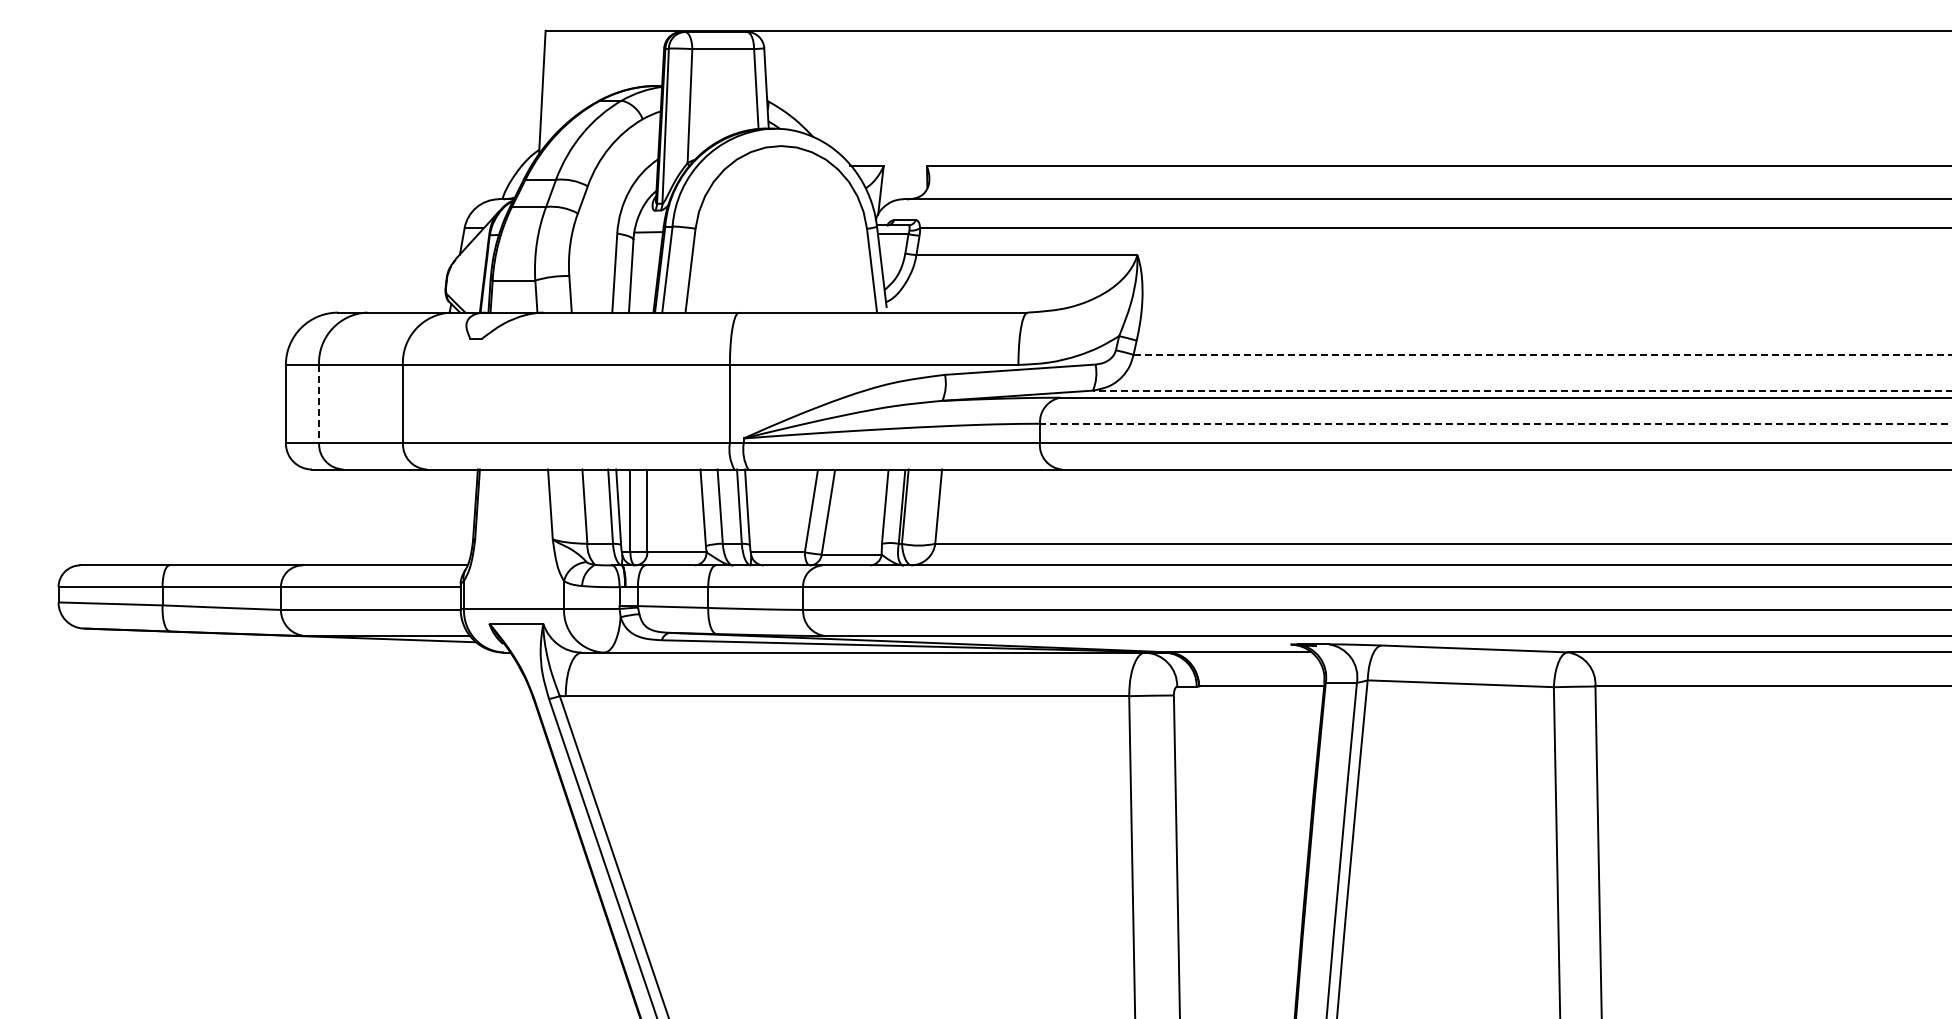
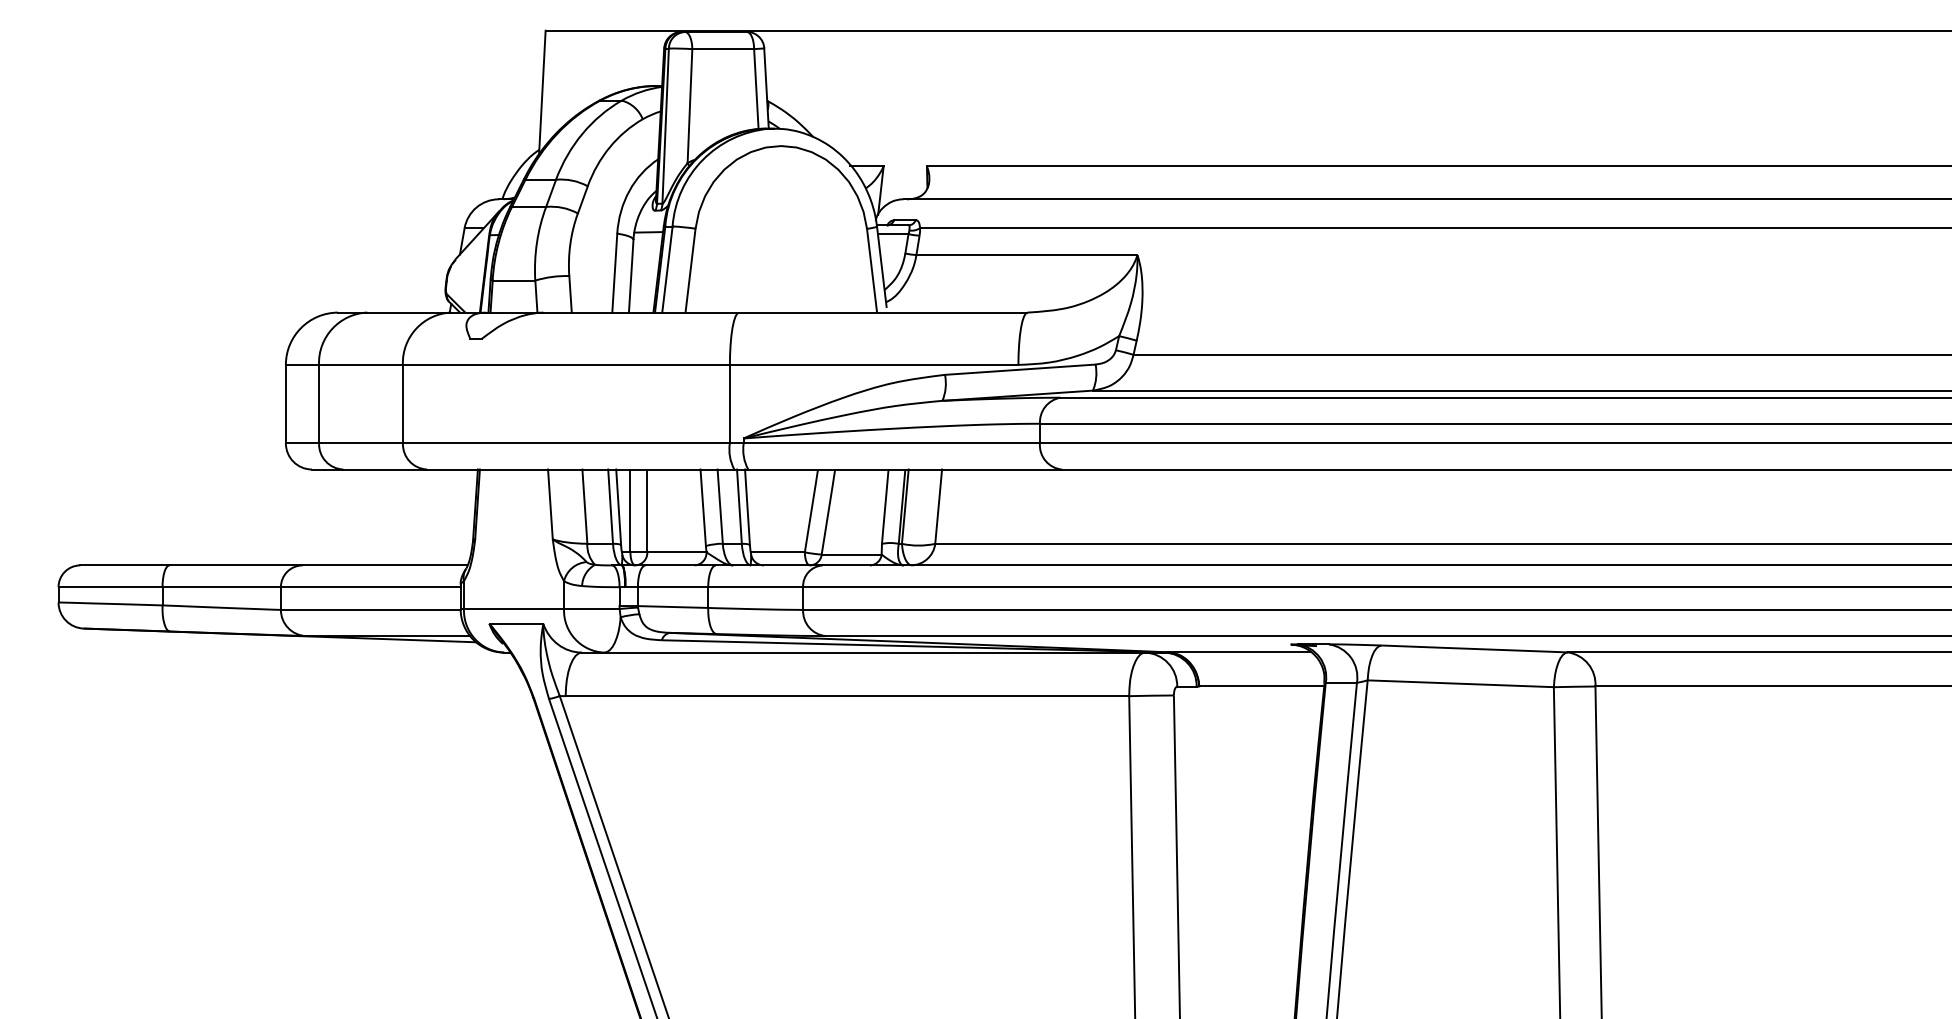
line at (1542, 354): dashed -> solid
line at (1522, 390): dashed -> solid
line at (319, 404): dashed -> solid
line at (1495, 423): dashed -> solid
